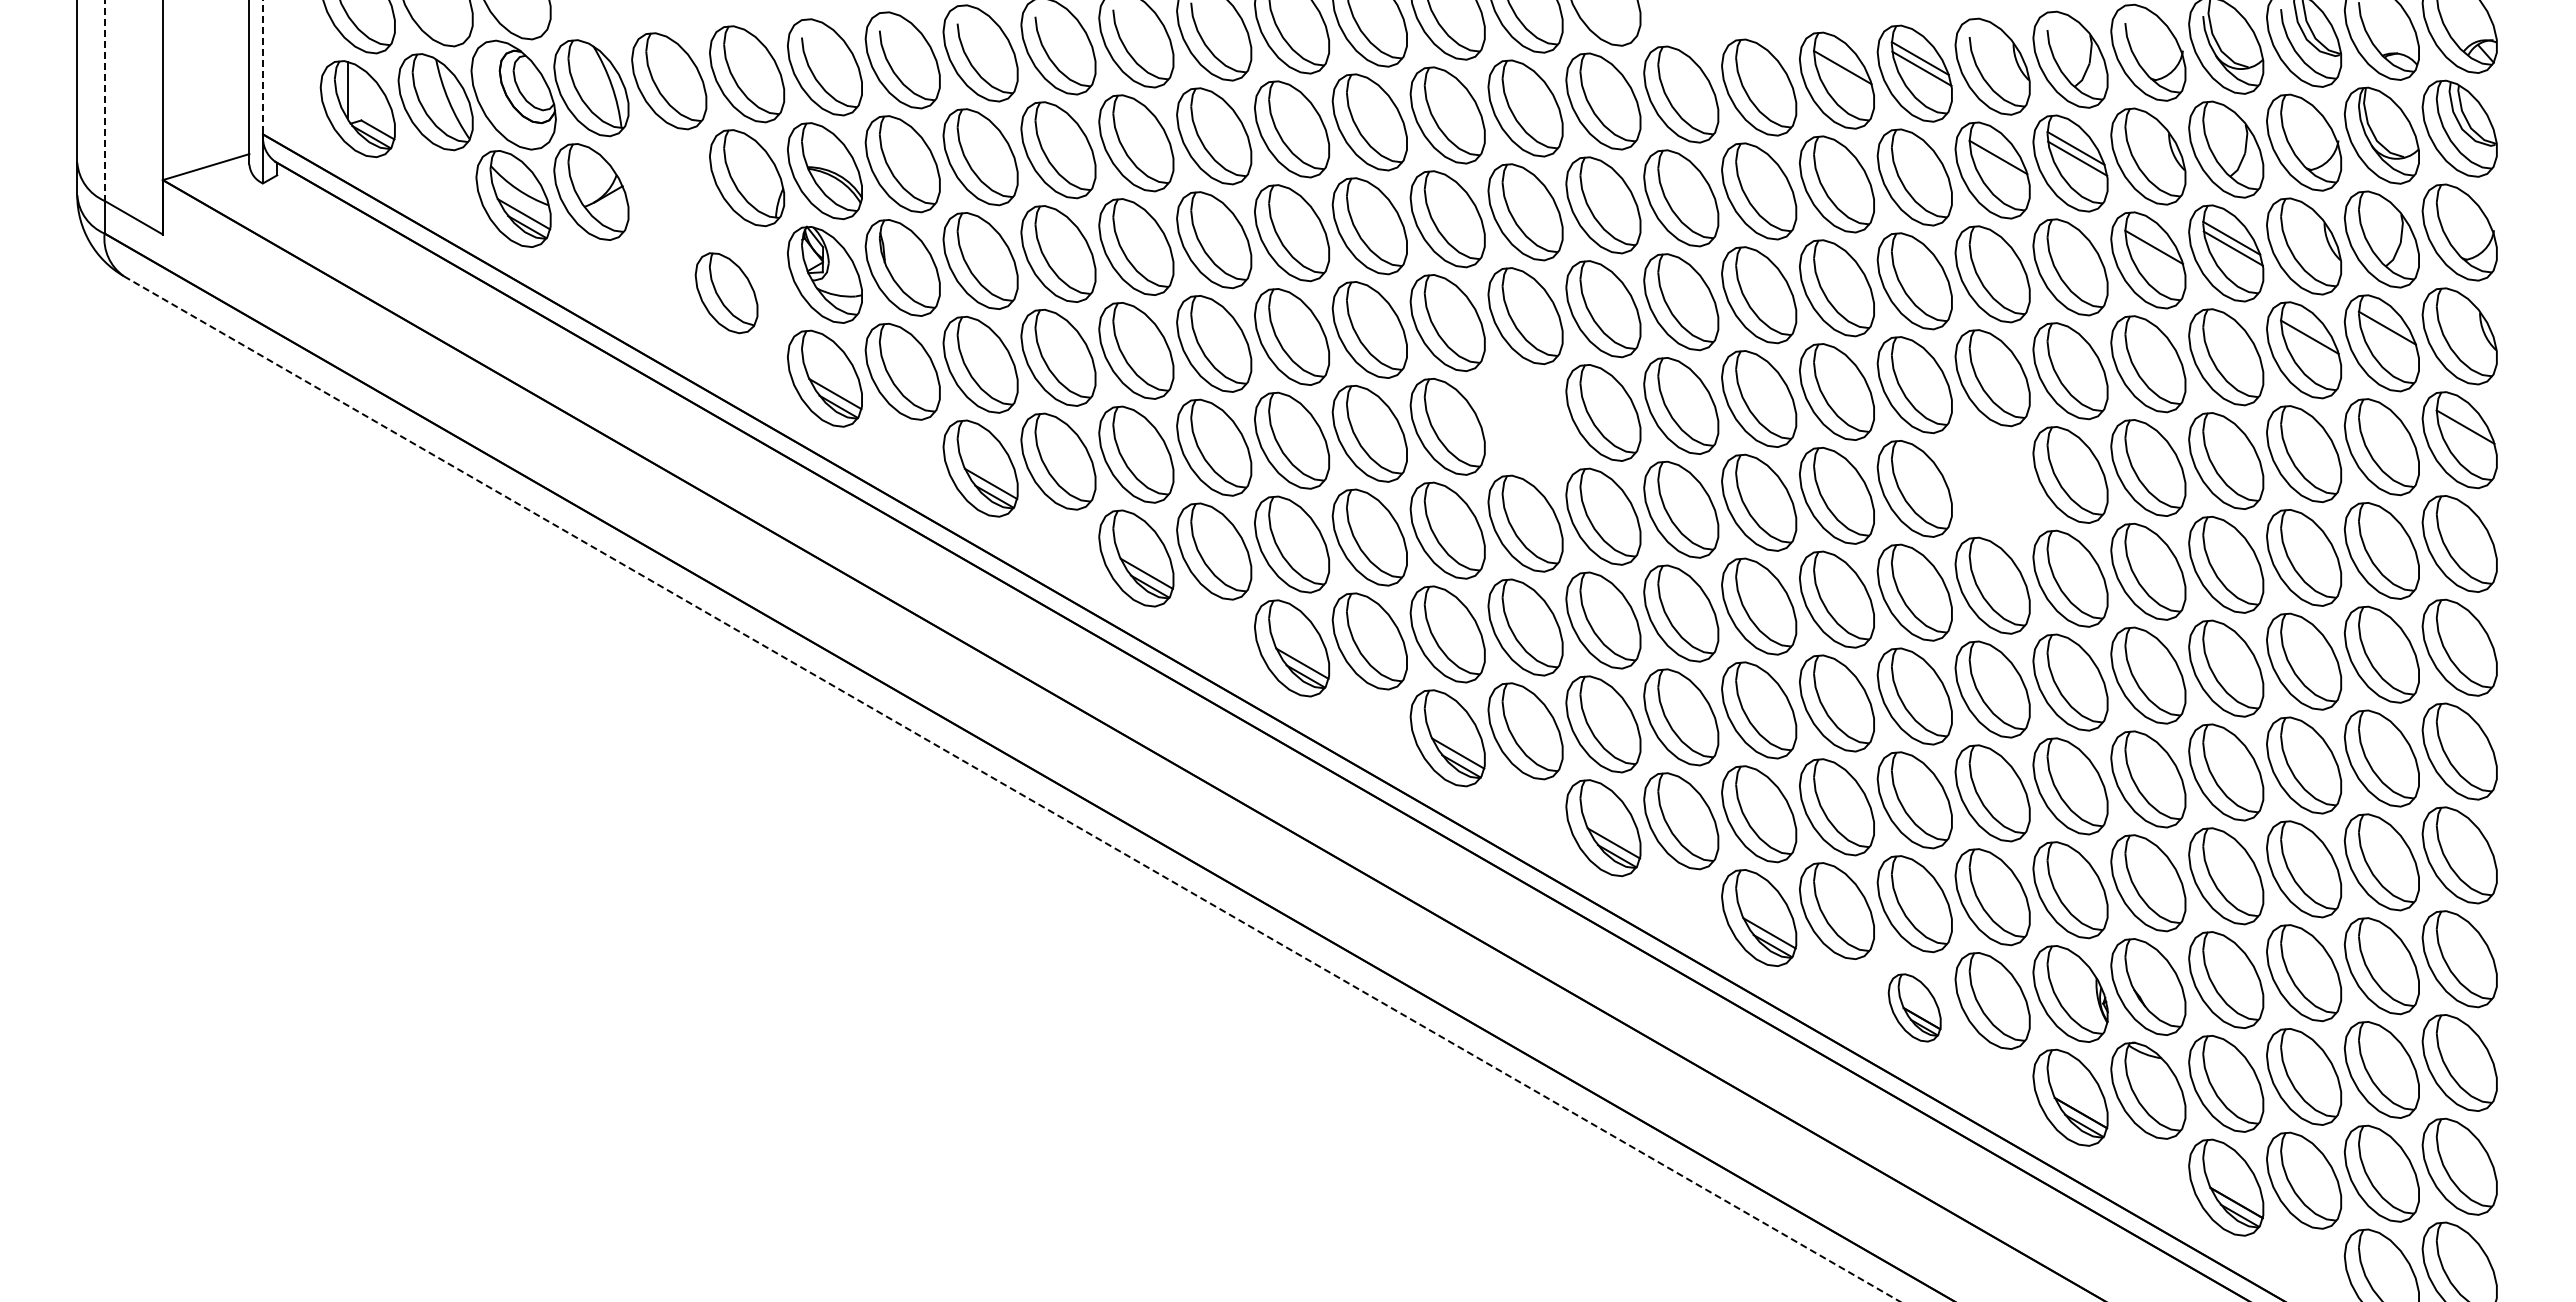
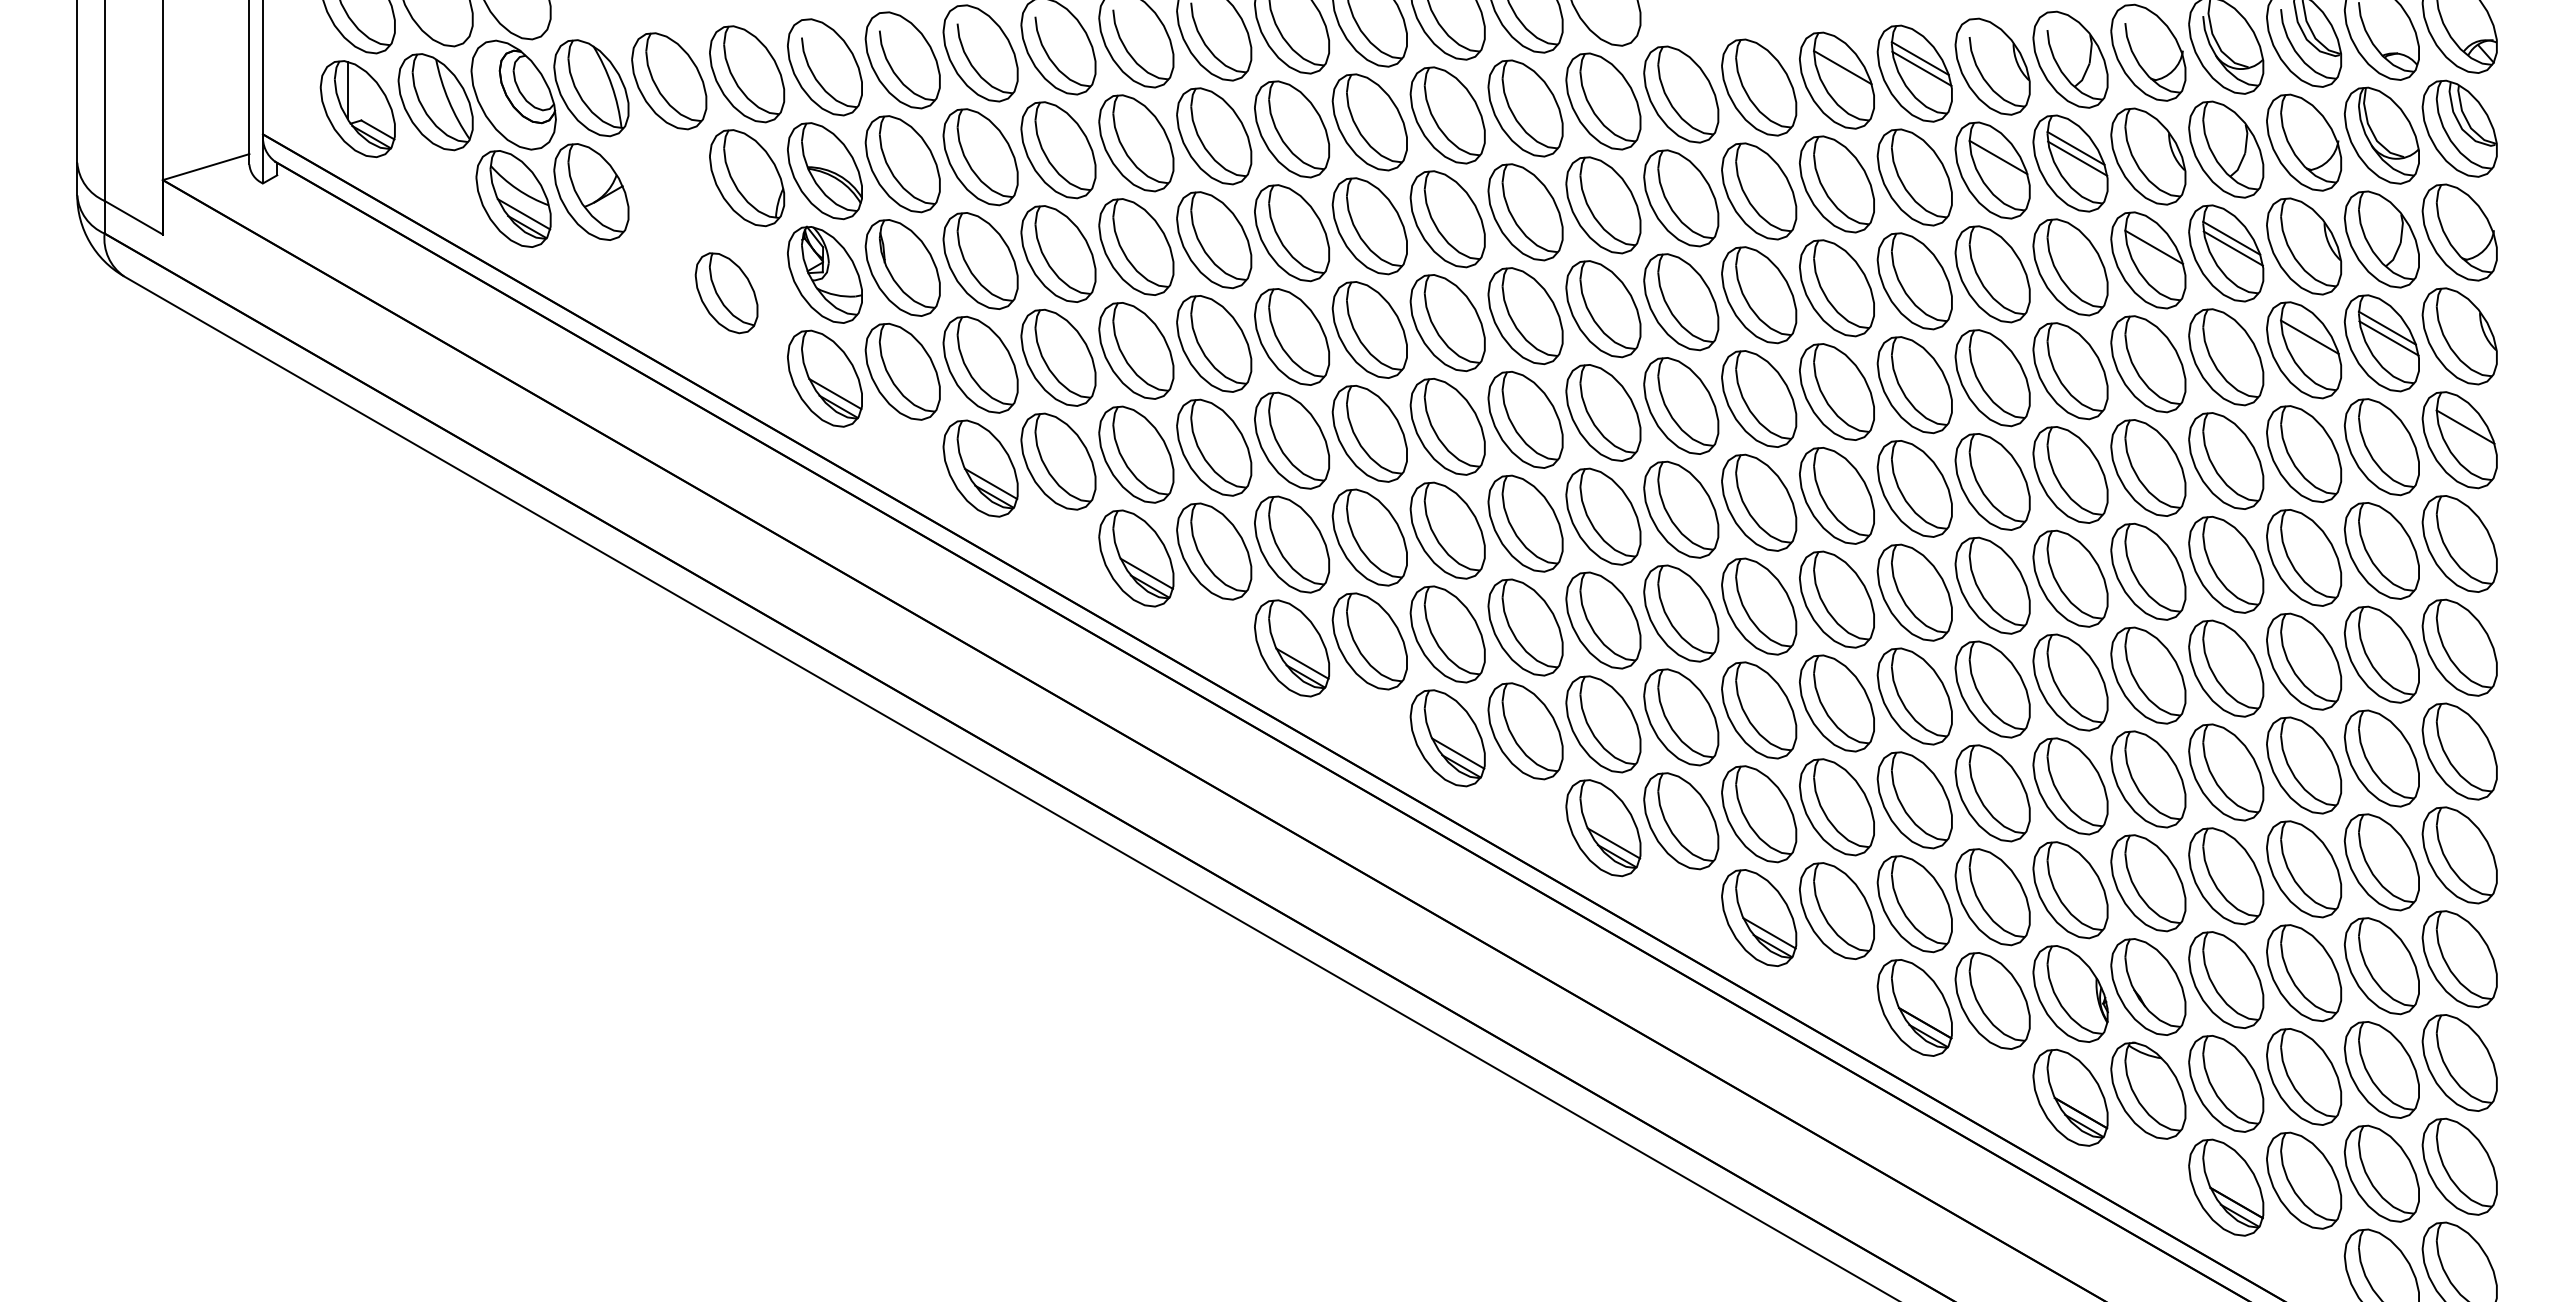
line at (263, 67): dashed -> solid
line at (104, 101): dashed -> solid
line at (2388, 338): none -> present
part at (1525, 419): none -> present
part at (1992, 481): none -> present
line at (1012, 789): dashed -> solid
part at (1914, 1007) size: 55x70 px -> 77x98 px
